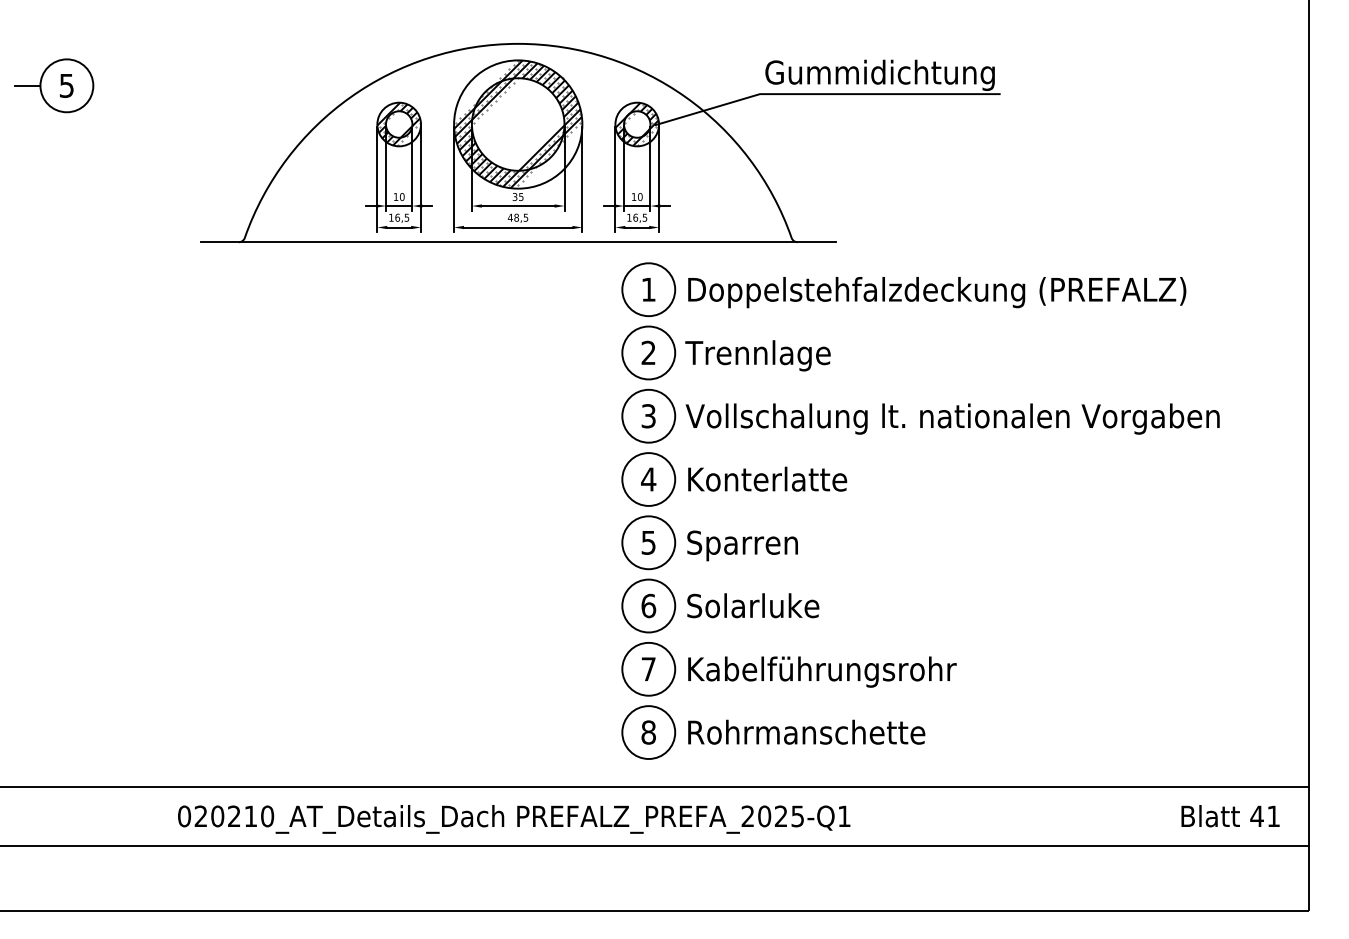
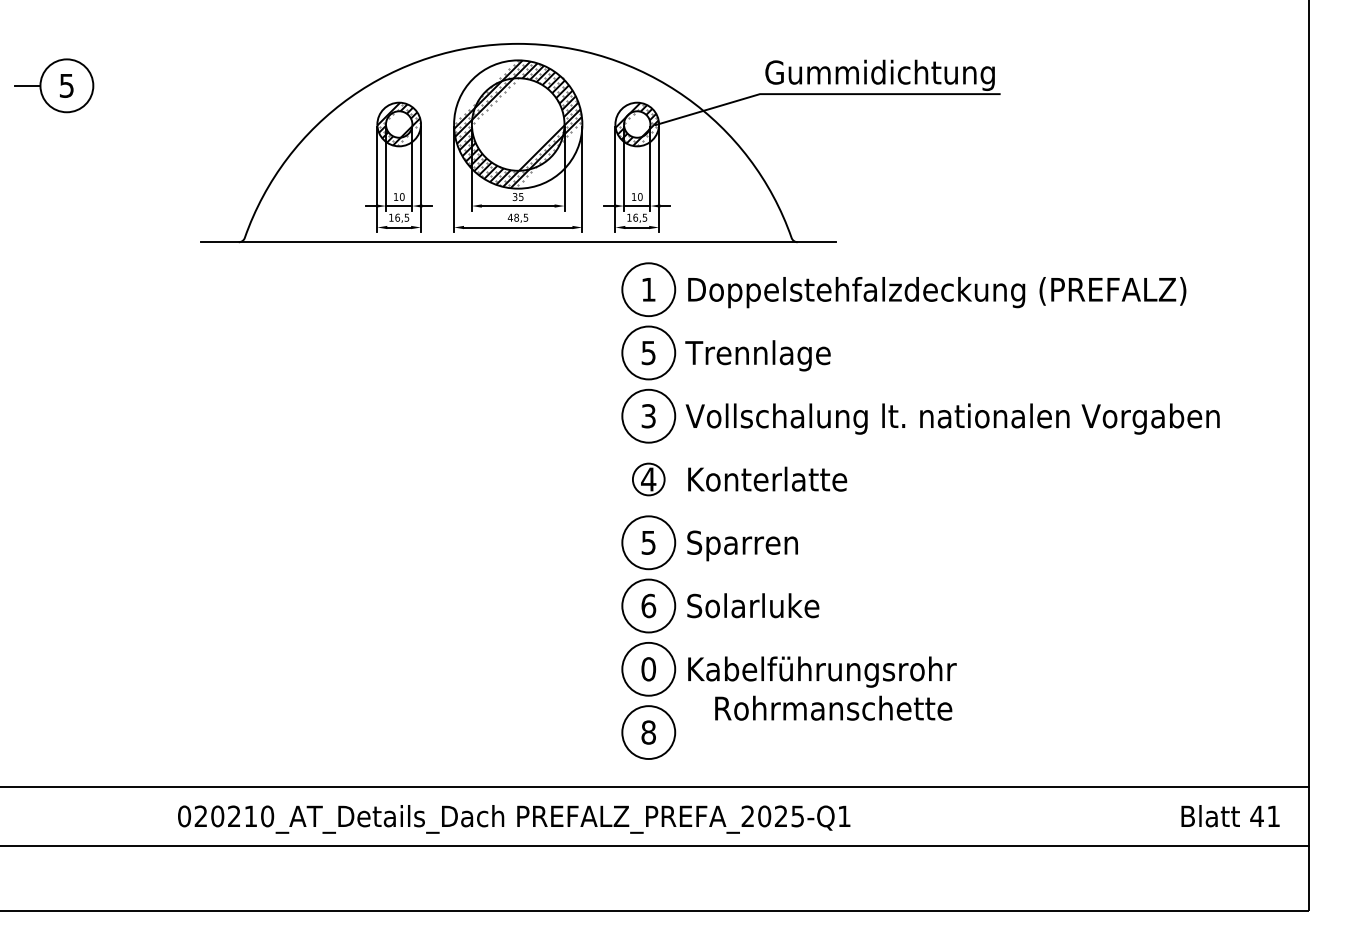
text at (648, 352): 2 -> 5
circle at (648, 479) diameter: 53 px -> 32 px
text at (648, 669): 7 -> 0
text at (806, 731) position: (806, 731) -> (833, 707)
